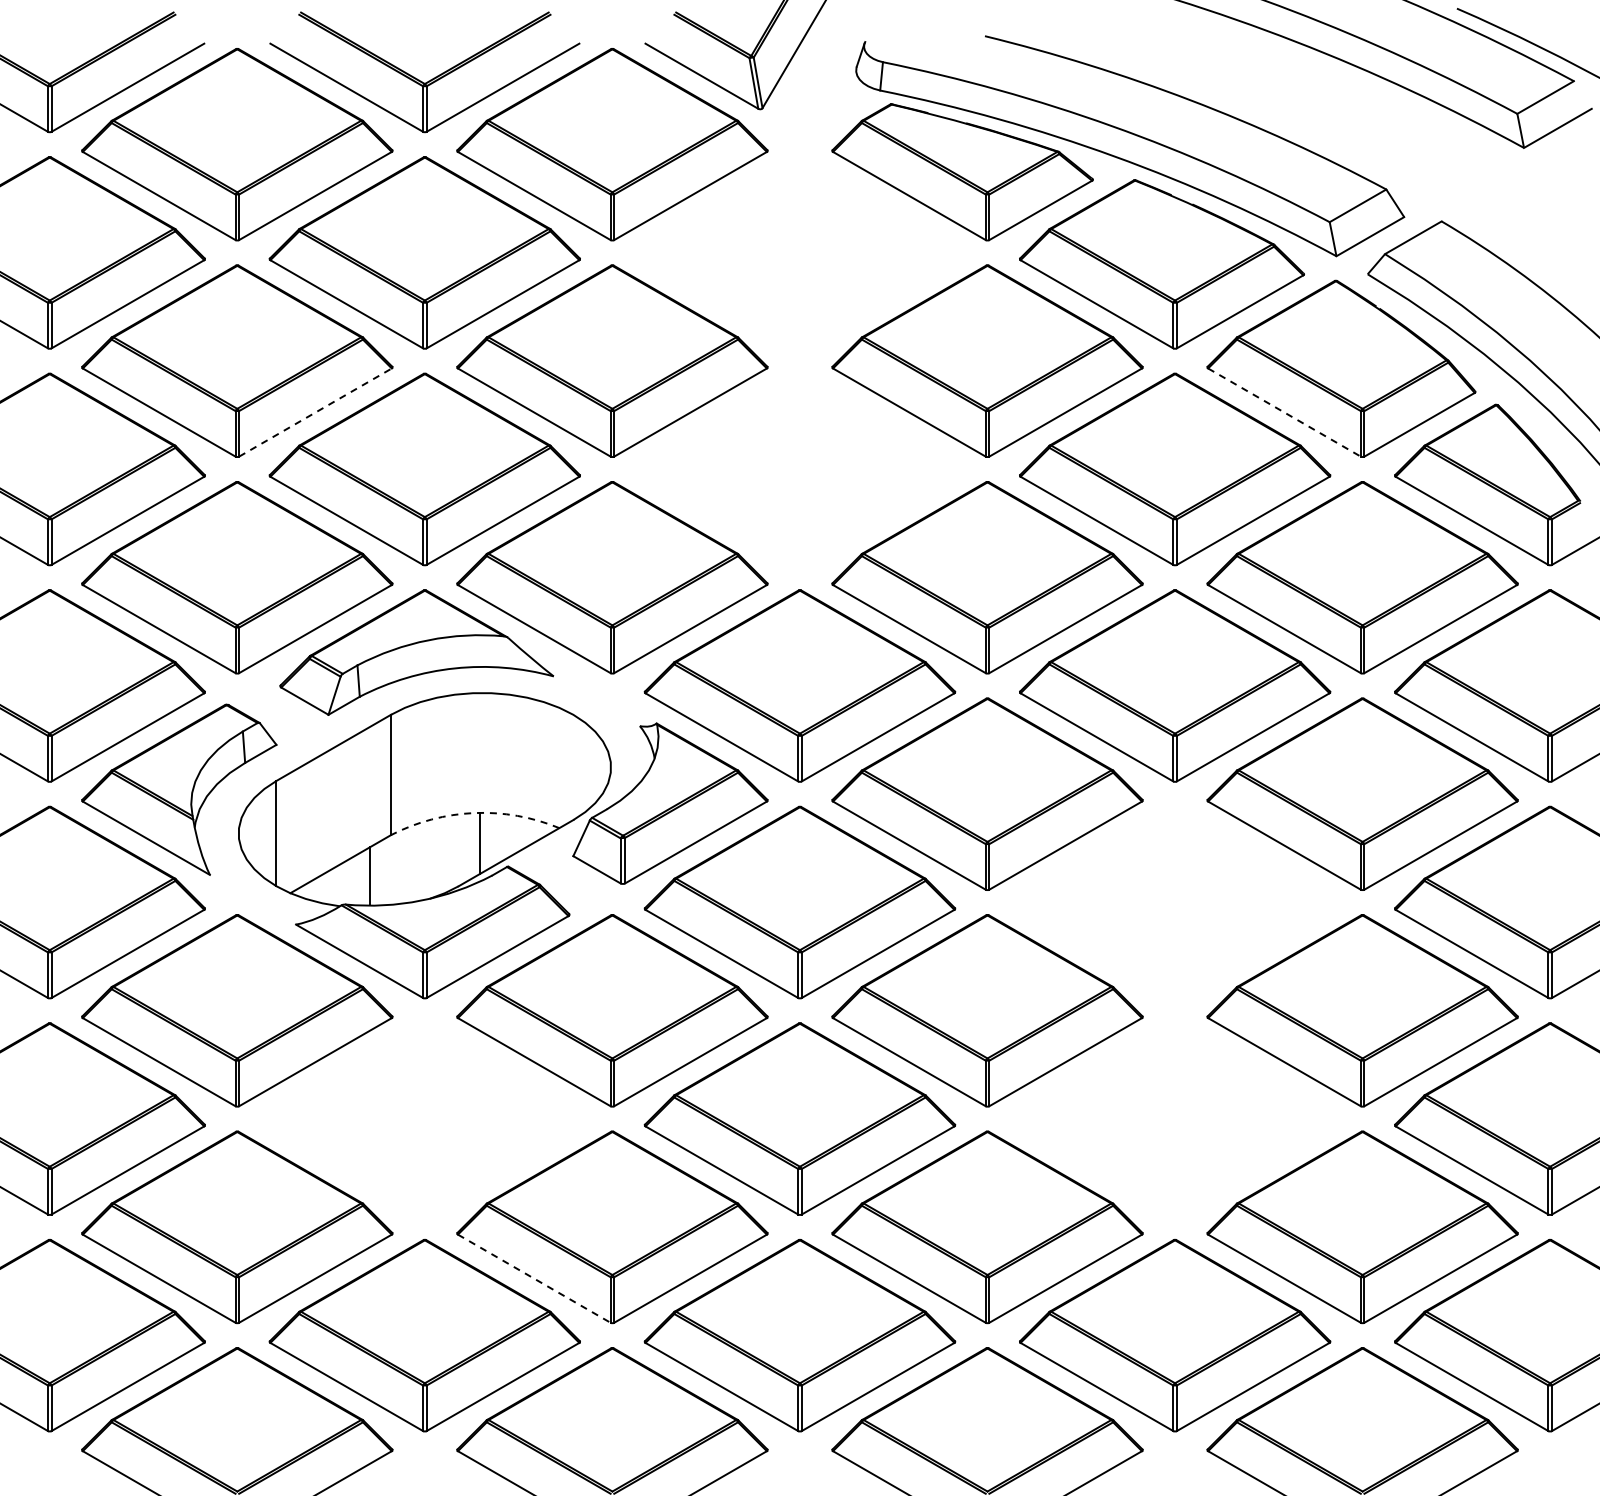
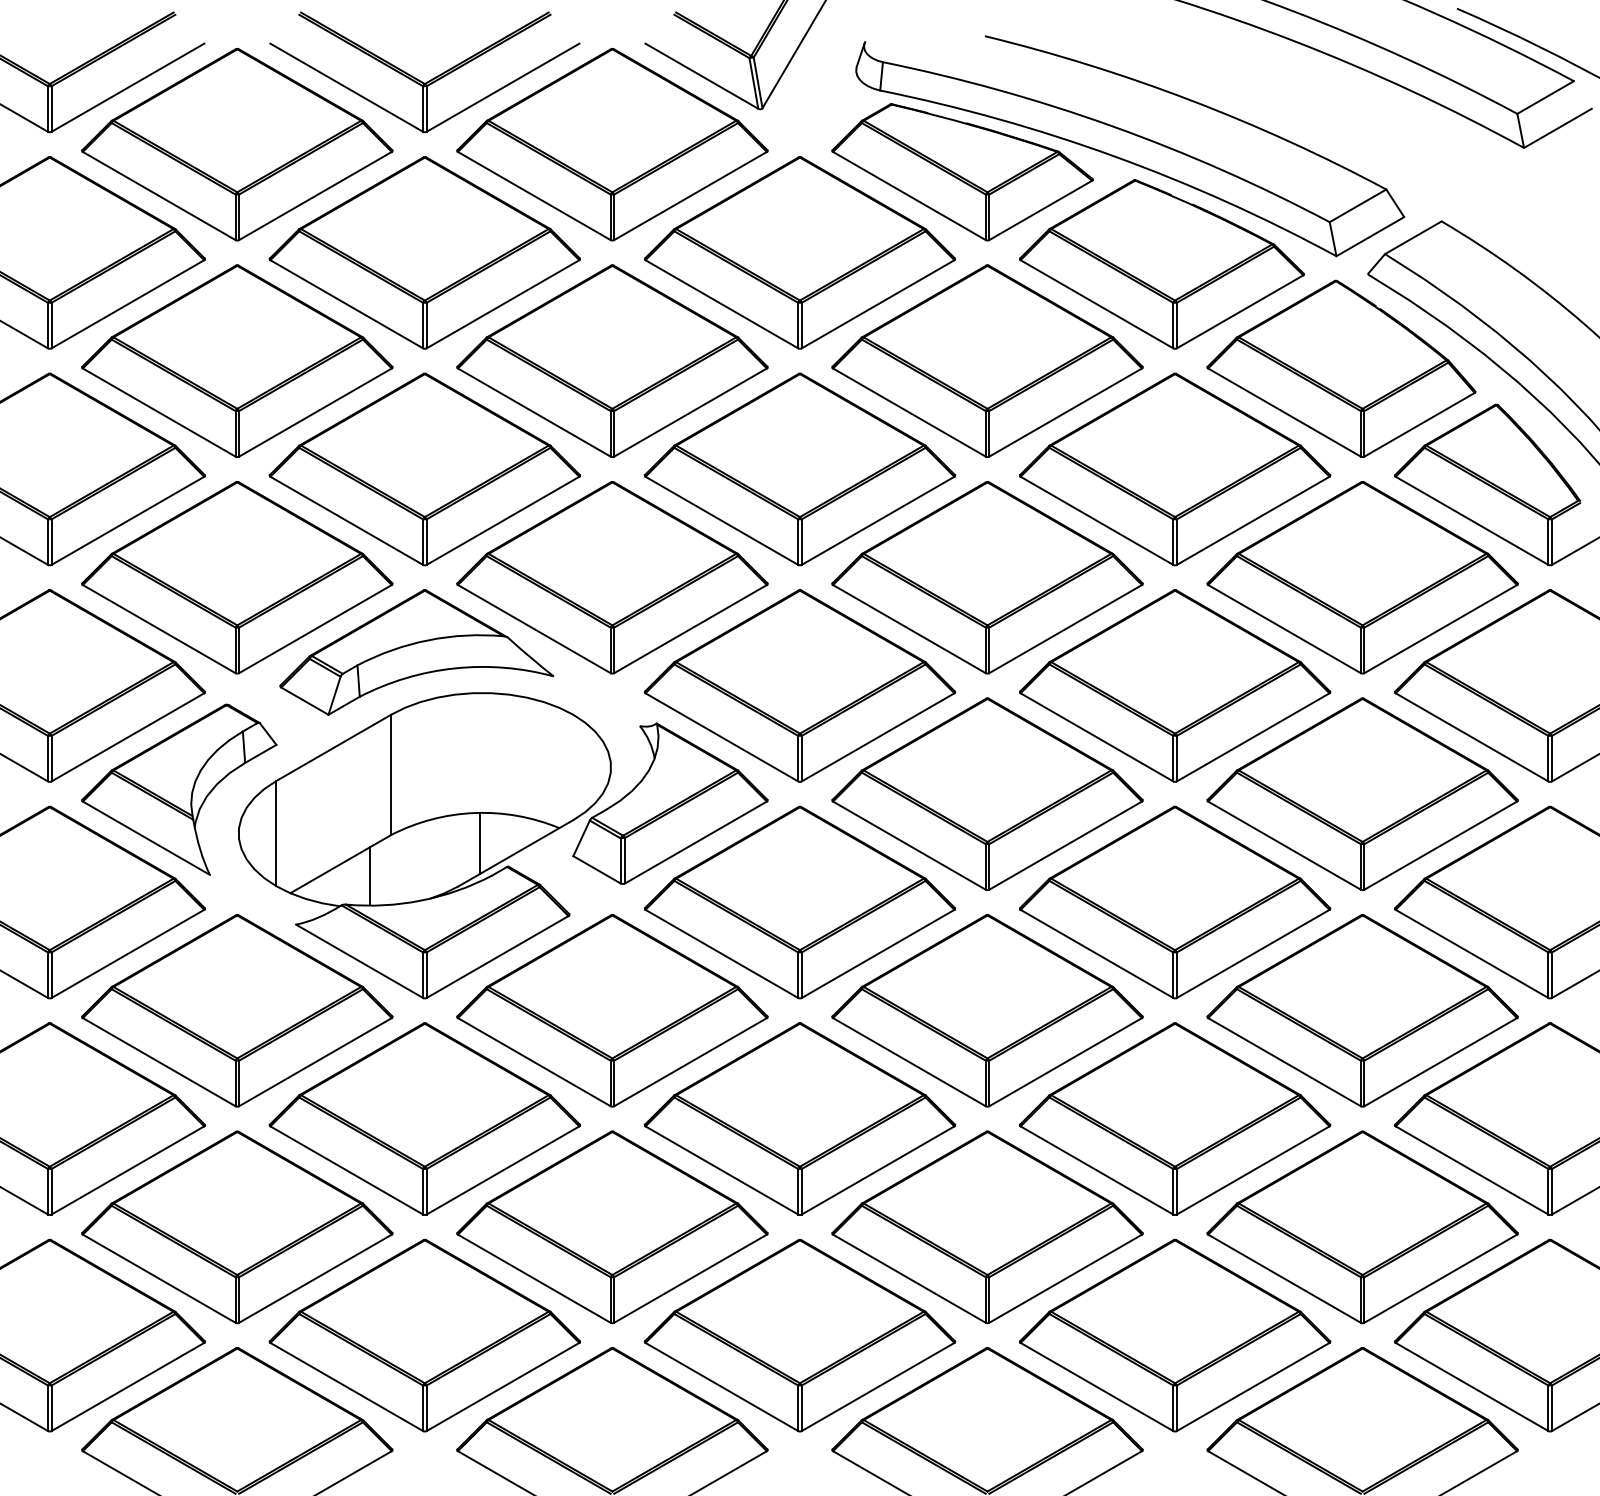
part at (799, 252): none -> present
line at (315, 412): dashed -> solid
line at (1284, 412): dashed -> solid
part at (799, 469): none -> present
arc at (474, 813): dashed -> solid
part at (1175, 902): none -> present
part at (424, 1118): none -> present
part at (1175, 1118): none -> present
line at (534, 1278): dashed -> solid
